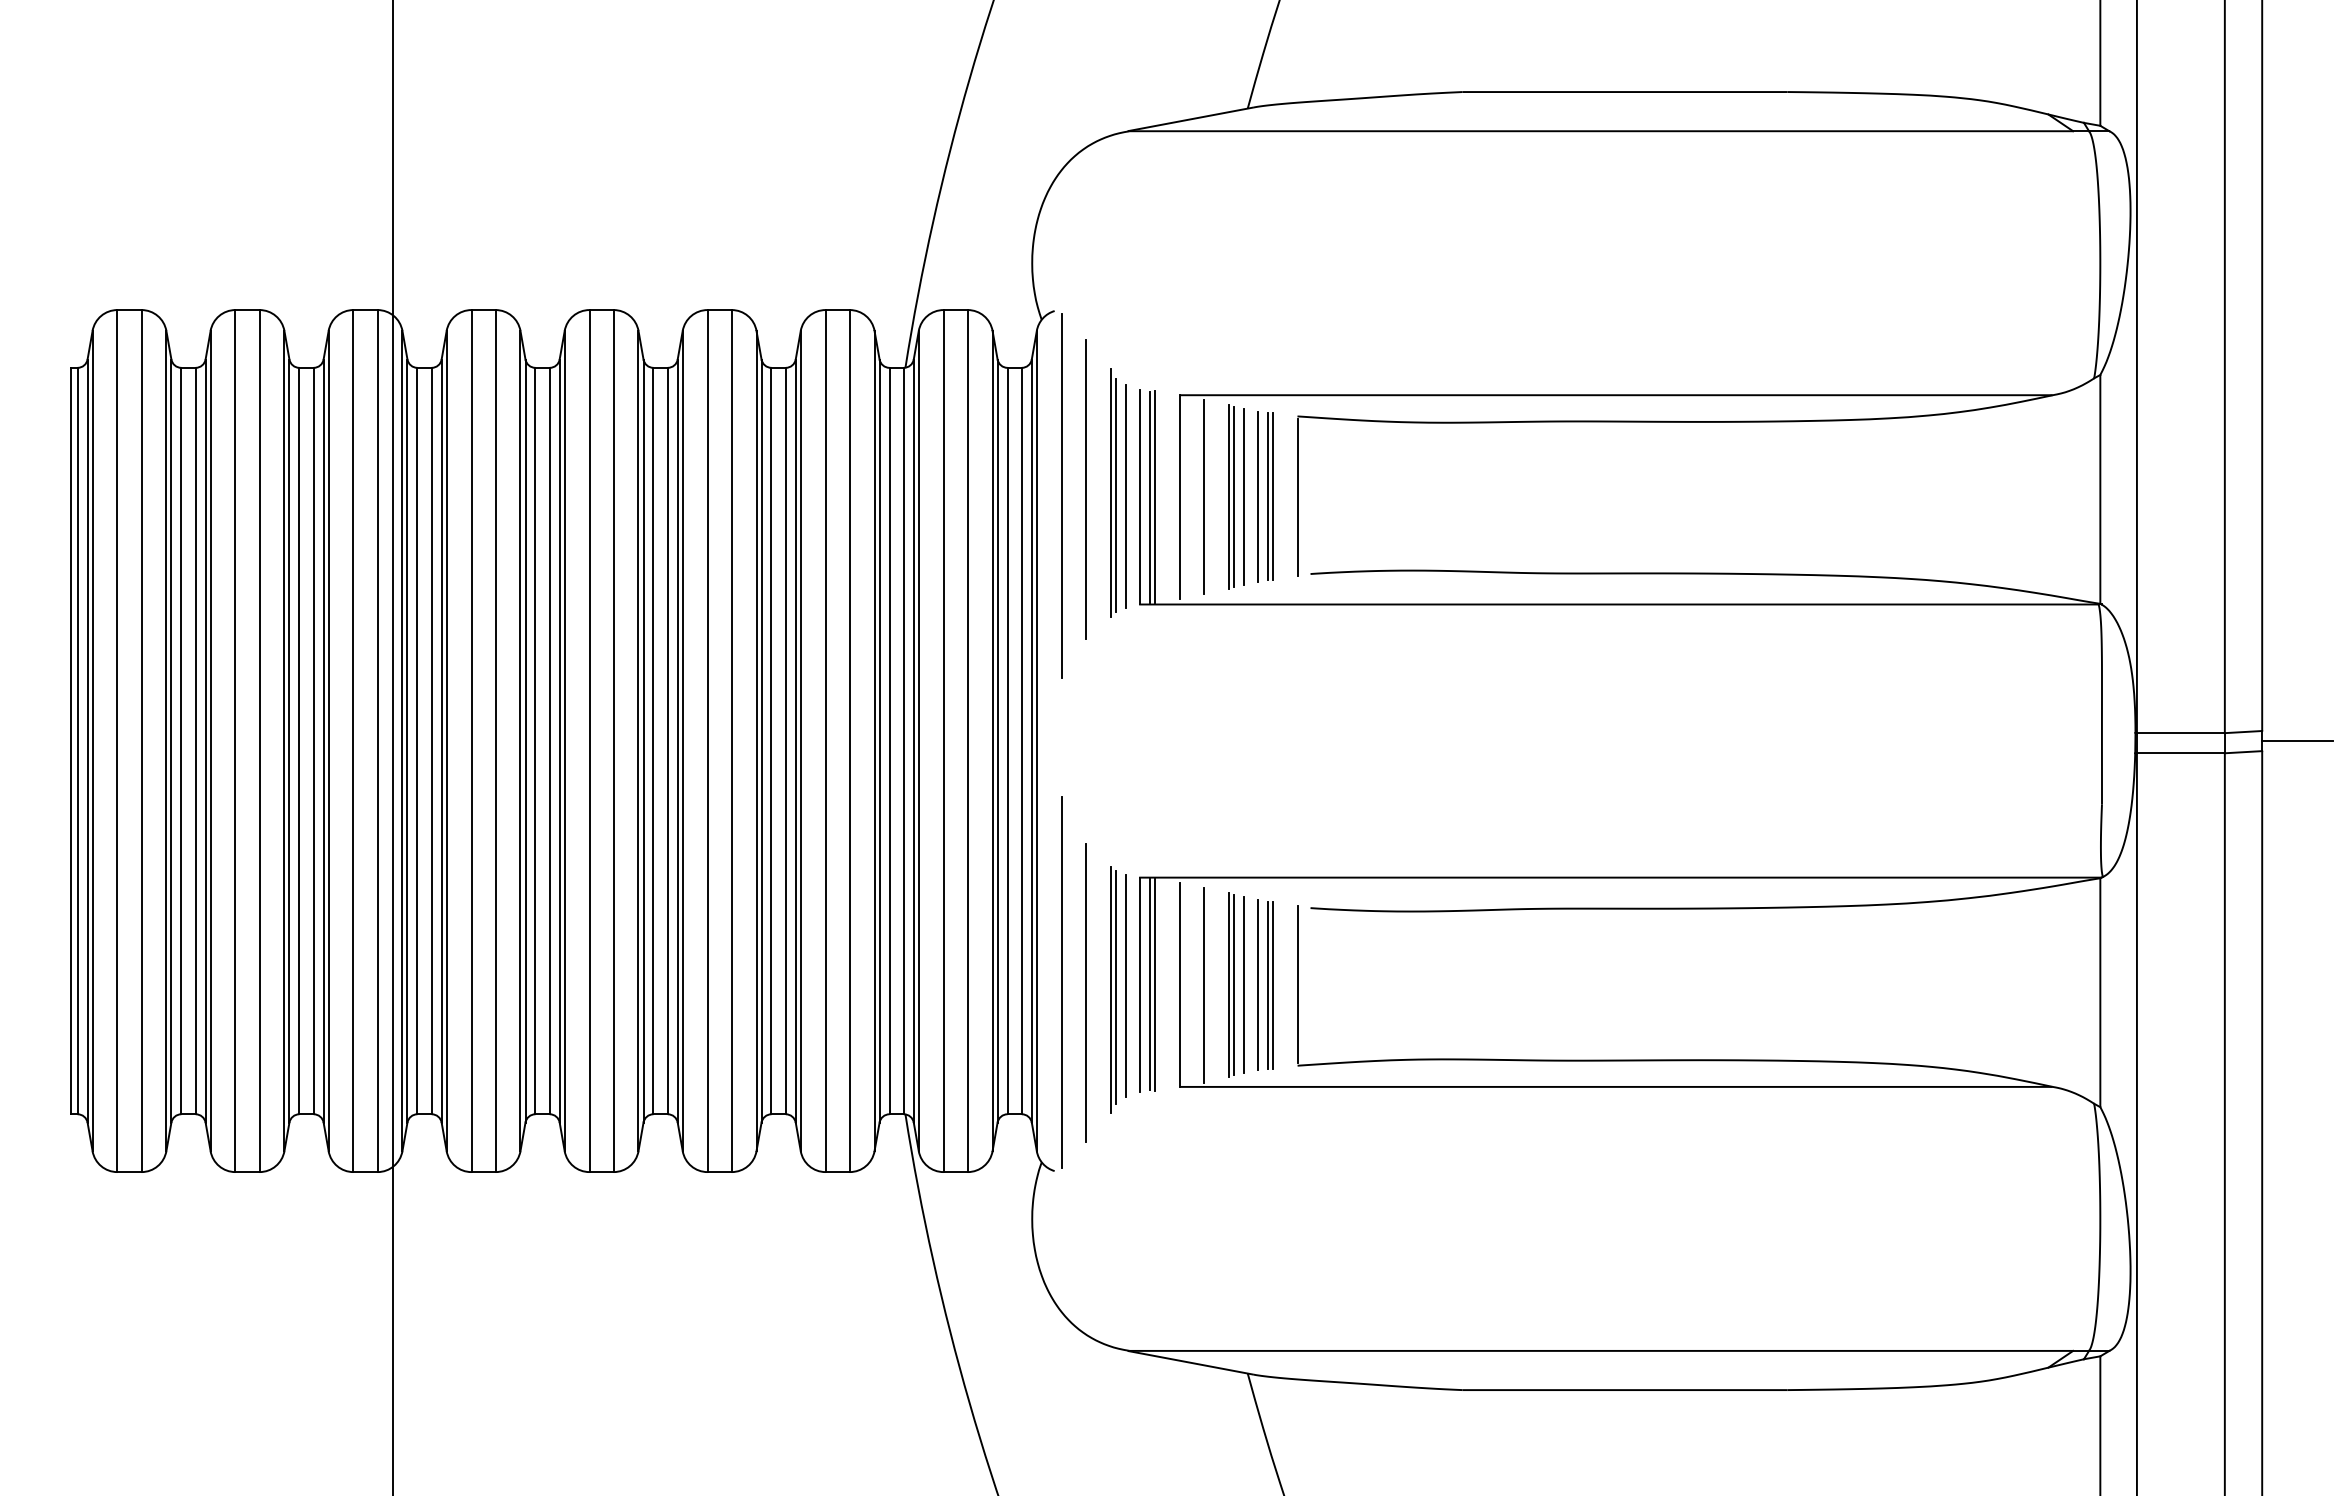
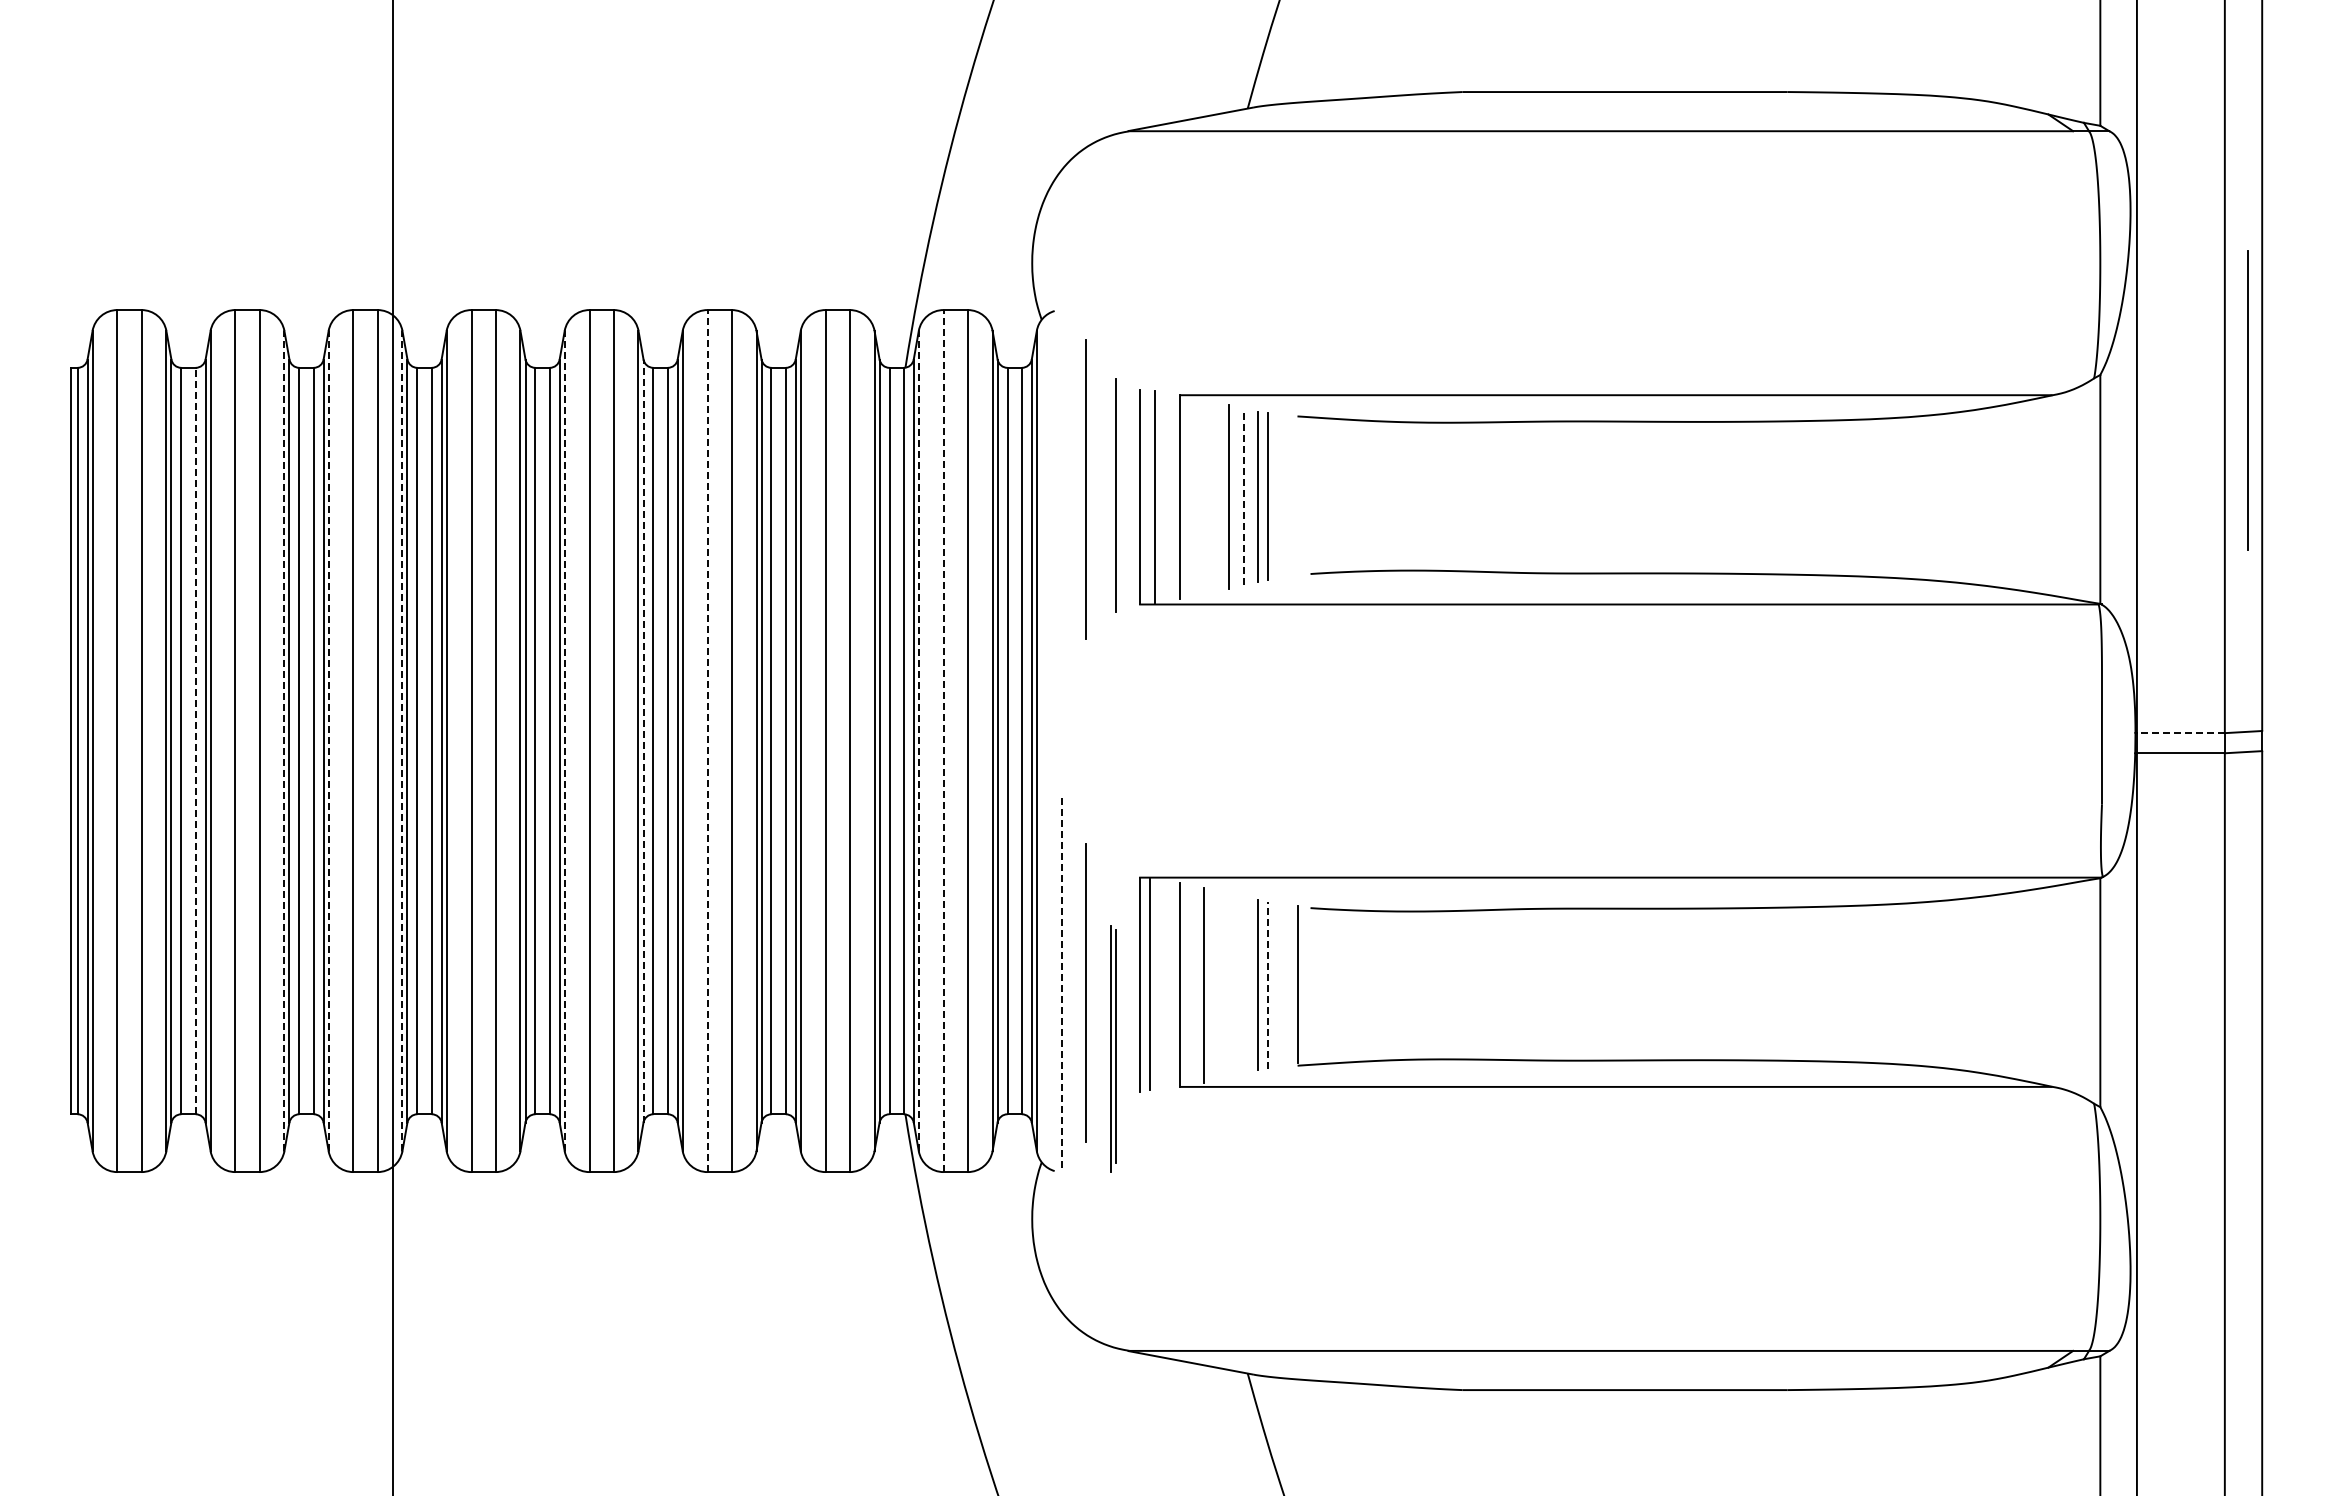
line at (2247, 400): none -> present
line at (1110, 492): present -> none
line at (1061, 495): present -> none
line at (1125, 496): present -> none
line at (1203, 496): present -> none
line at (1233, 496): present -> none
line at (1272, 496): present -> none
line at (1149, 497): present -> none
line at (1243, 497): solid -> dashed
line at (1297, 497): present -> none
line at (2180, 733): solid -> dashed
line at (195, 740): solid -> dashed
line at (284, 740): solid -> dashed
line at (328, 740): solid -> dashed
line at (402, 740): solid -> dashed
line at (564, 740): solid -> dashed
line at (707, 740): solid -> dashed
line at (918, 740): solid -> dashed
line at (943, 740): solid -> dashed
line at (643, 741): solid -> dashed
line at (2297, 741): present -> none
line at (1061, 982): solid -> dashed
part at (1231, 984): present -> none
line at (1243, 984): present -> none
line at (1125, 985): present -> none
line at (1154, 985): present -> none
line at (1267, 985): solid -> dashed
line at (1272, 985): present -> none
part at (1113, 989) position: (1113, 989) -> (1113, 1048)
